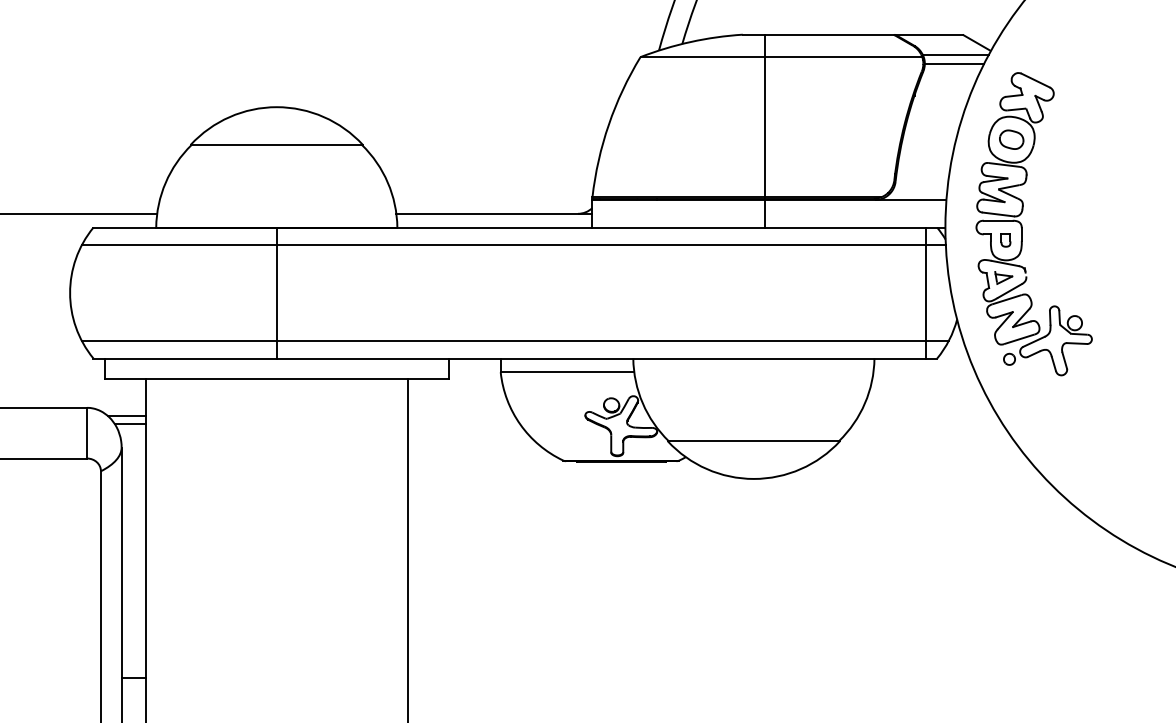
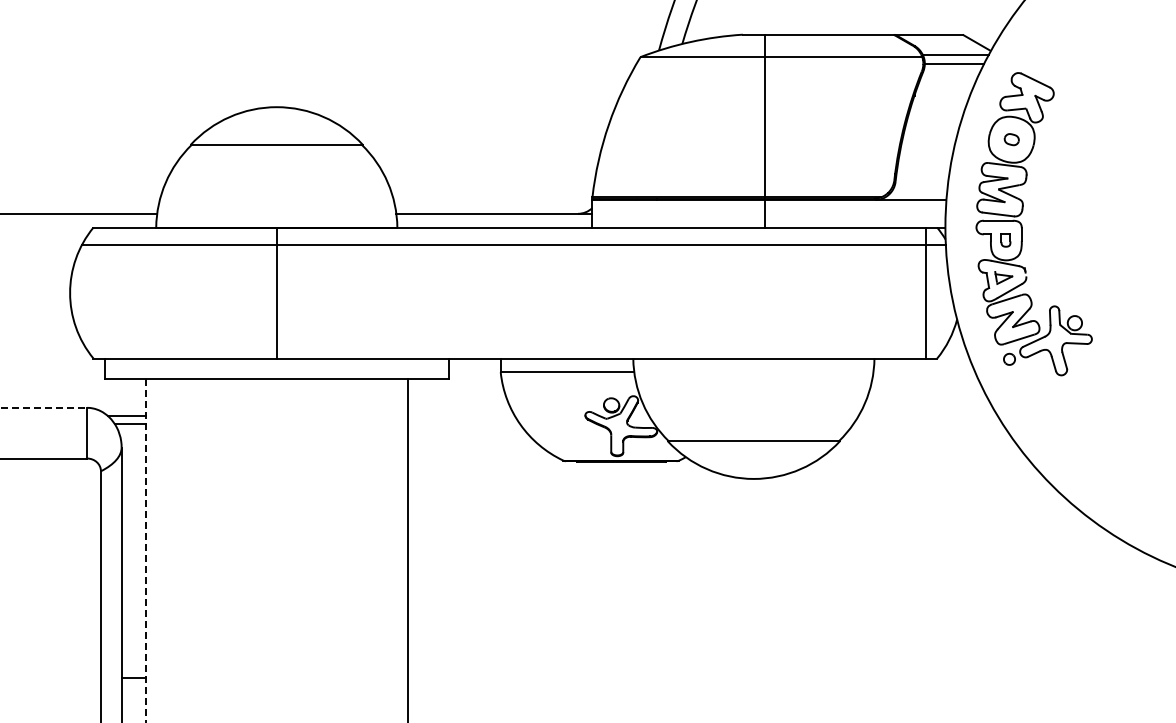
part at (1011, 139) size: 26x21 px -> 17x14 px
line at (515, 341): present -> none
line at (44, 407): solid -> dashed
line at (145, 550): solid -> dashed
